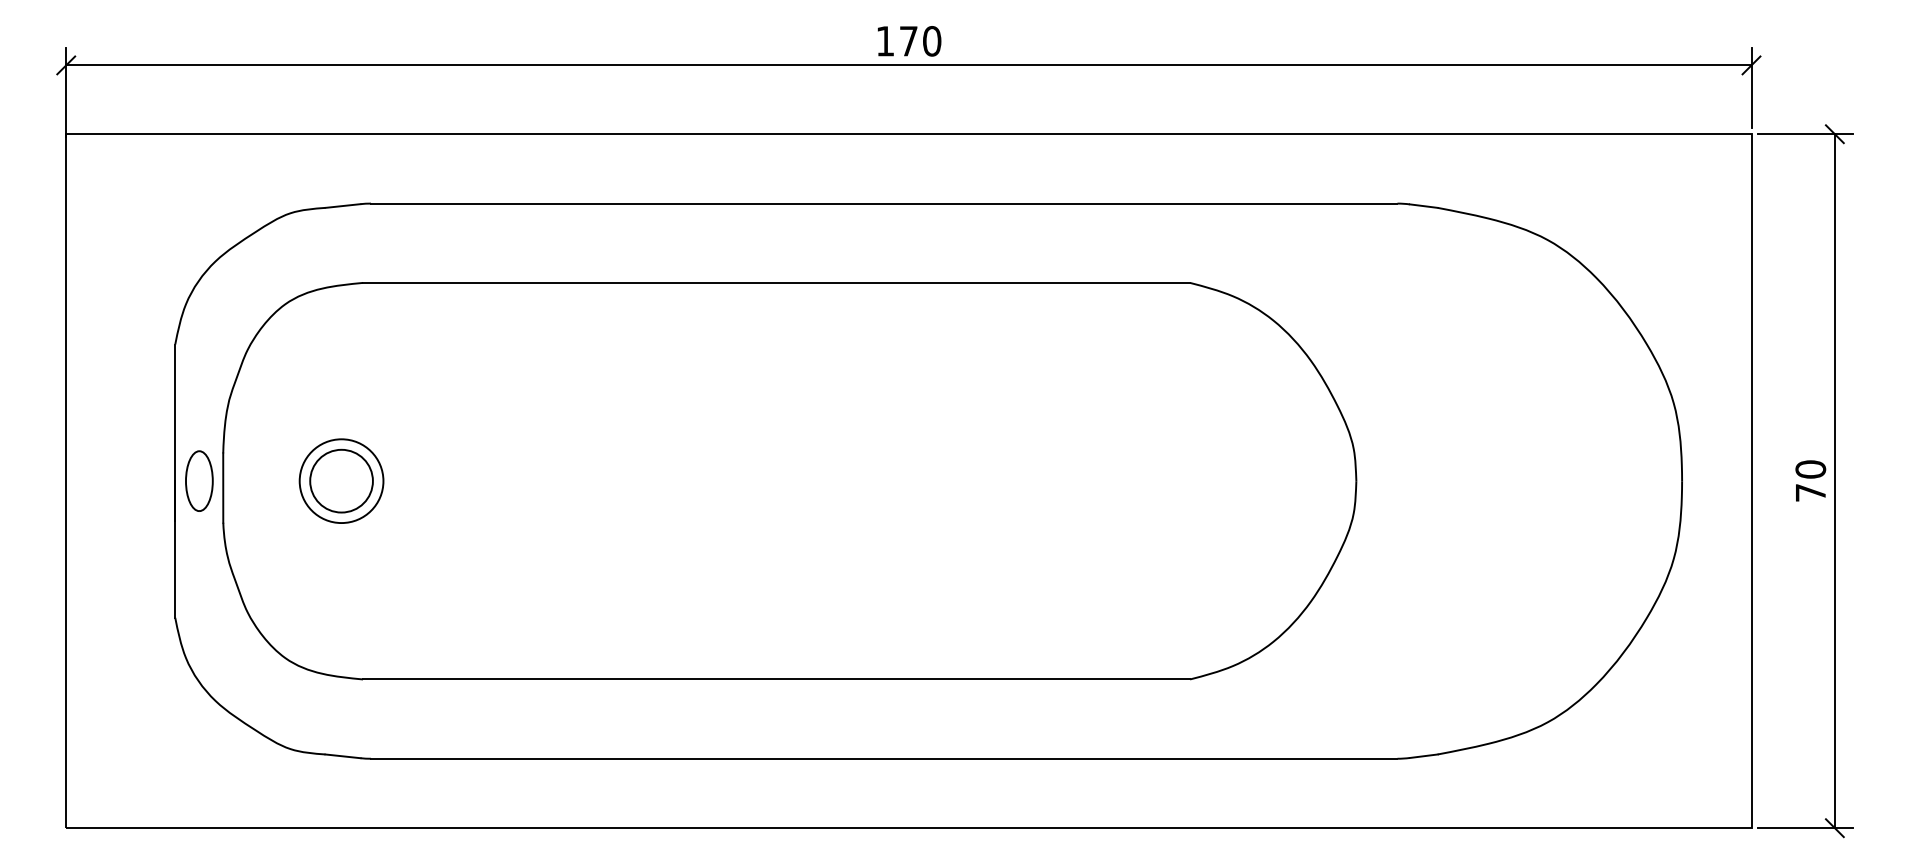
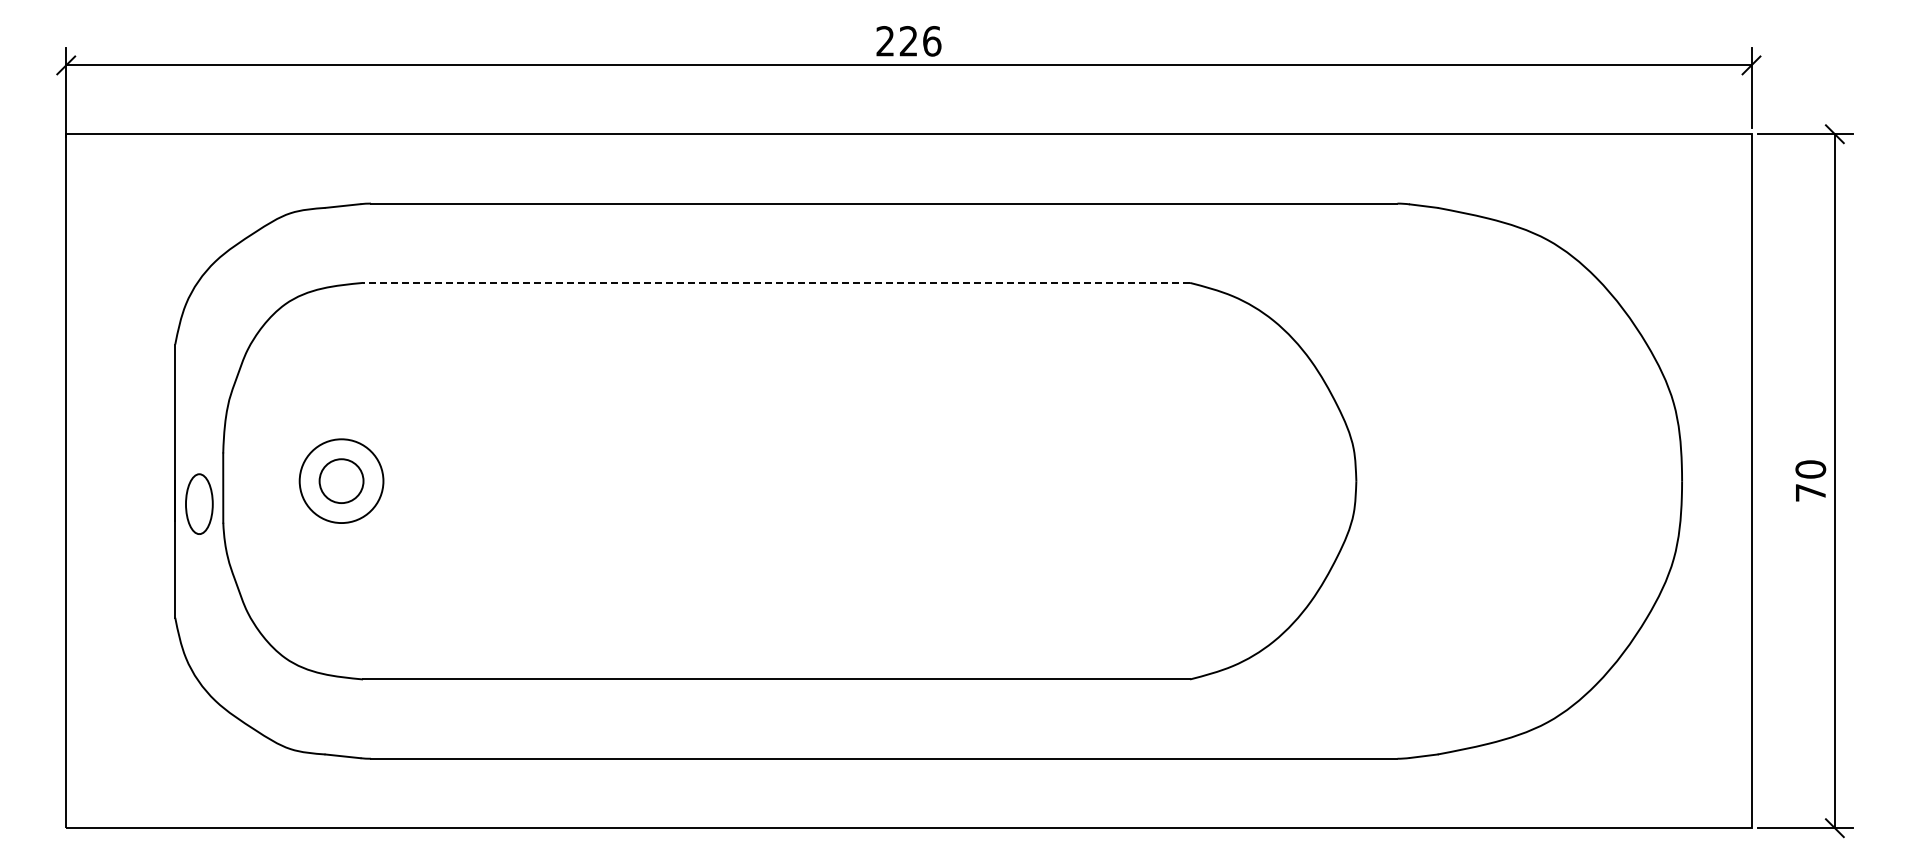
text at (908, 41): 170 -> 226
line at (776, 282): solid -> dashed
part at (199, 480) position: (199, 480) -> (199, 503)
circle at (341, 480) diameter: 63 px -> 44 px
